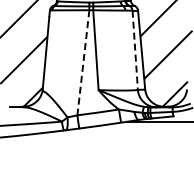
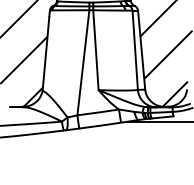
line at (135, 50): dashed -> solid
line at (83, 62): dashed -> solid
